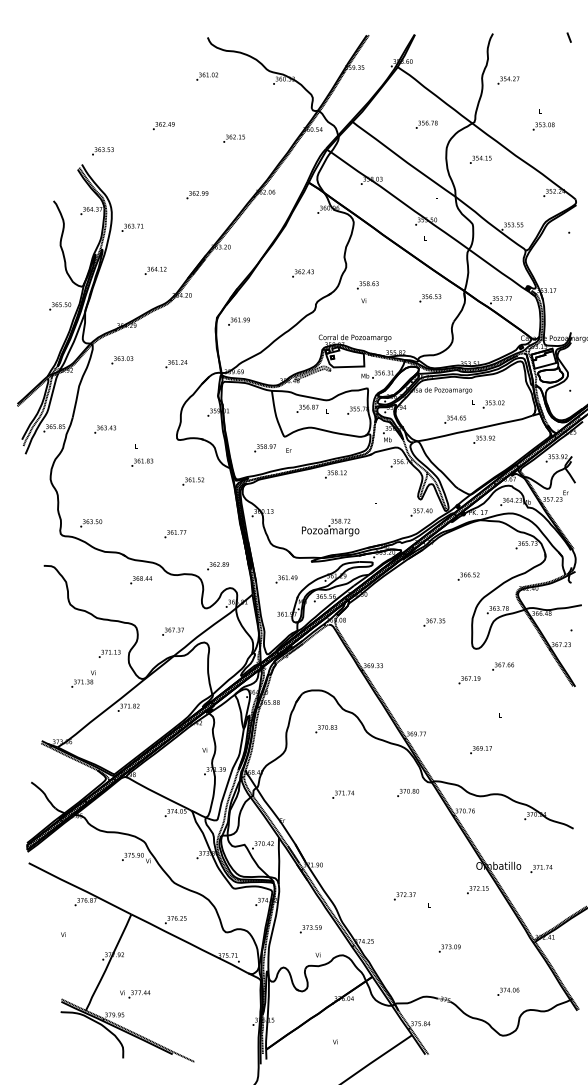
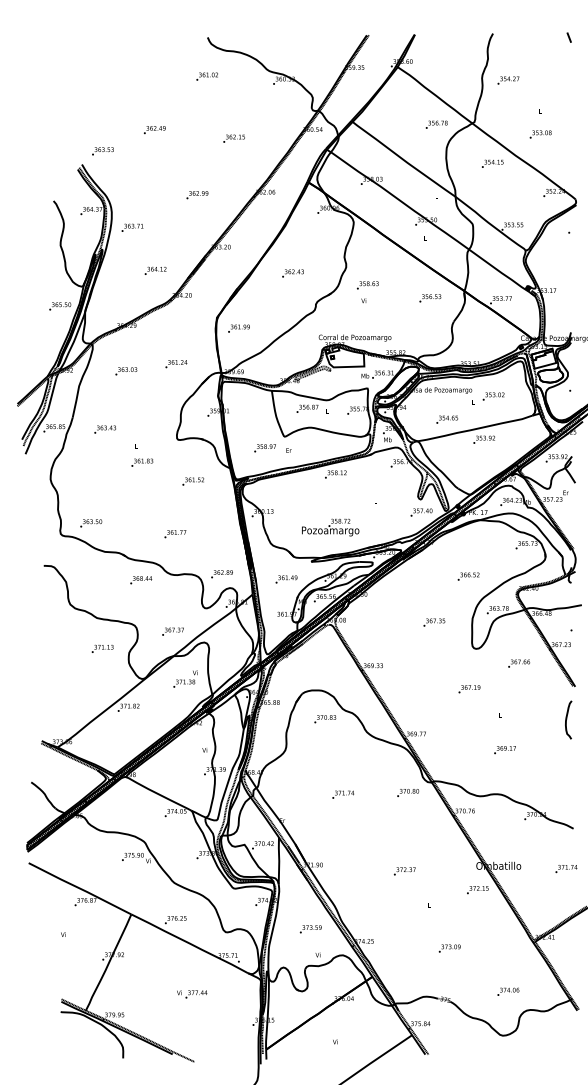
text at (426, 124) position: (426, 124) -> (436, 124)
text at (163, 126) position: (163, 126) -> (154, 130)
text at (543, 126) position: (543, 126) -> (540, 134)
text at (480, 159) position: (480, 159) -> (492, 163)
text at (302, 273) position: (302, 273) -> (292, 273)
text at (238, 321) position: (238, 321) -> (238, 328)
text at (122, 360) position: (122, 360) -> (126, 371)
text at (493, 404) position: (493, 404) -> (493, 396)
text at (455, 419) position: (455, 419) -> (447, 419)
text at (217, 566) position: (217, 566) -> (221, 574)
text at (109, 653) position: (109, 653) -> (102, 648)
text at (503, 666) position: (503, 666) -> (519, 663)
text at (83, 678) position: (83, 678) -> (185, 678)
text at (469, 680) position: (469, 680) -> (469, 689)
curve at (567, 719): none -> present
text at (326, 729) position: (326, 729) -> (325, 719)
text at (480, 750) position: (480, 750) -> (504, 750)
text at (541, 869) position: (541, 869) -> (566, 869)
text at (404, 896) position: (404, 896) -> (404, 871)
text at (135, 994) position: (135, 994) -> (192, 994)
